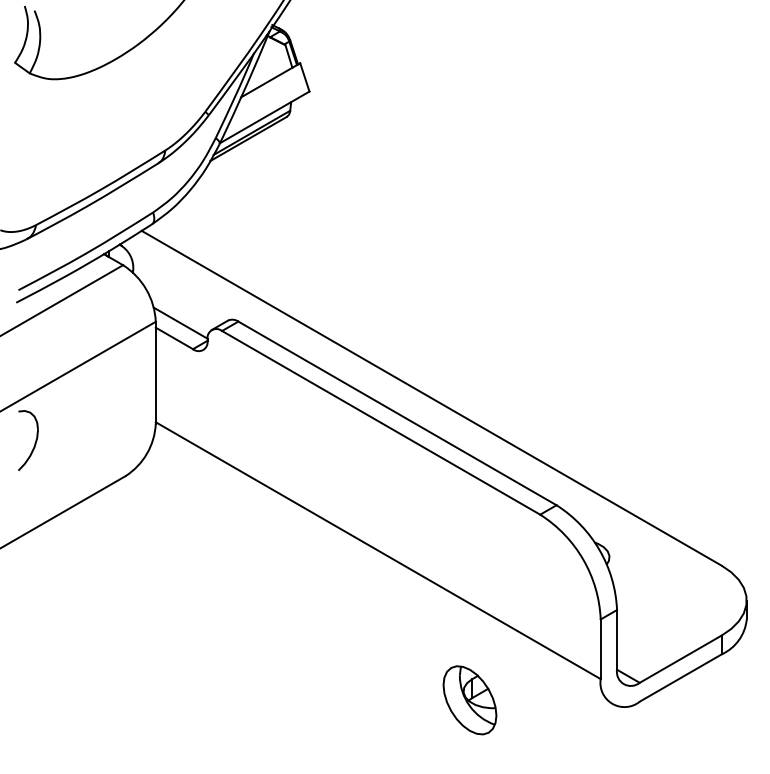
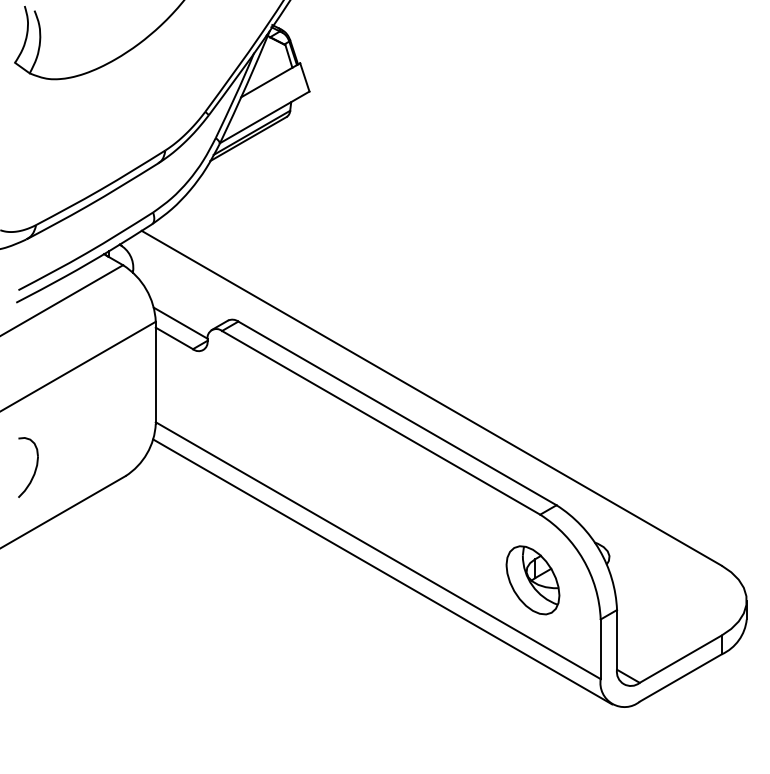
part at (34, 443) position: (34, 443) -> (34, 470)
line at (382, 571): none -> present
part at (469, 700) position: (469, 700) -> (532, 580)
